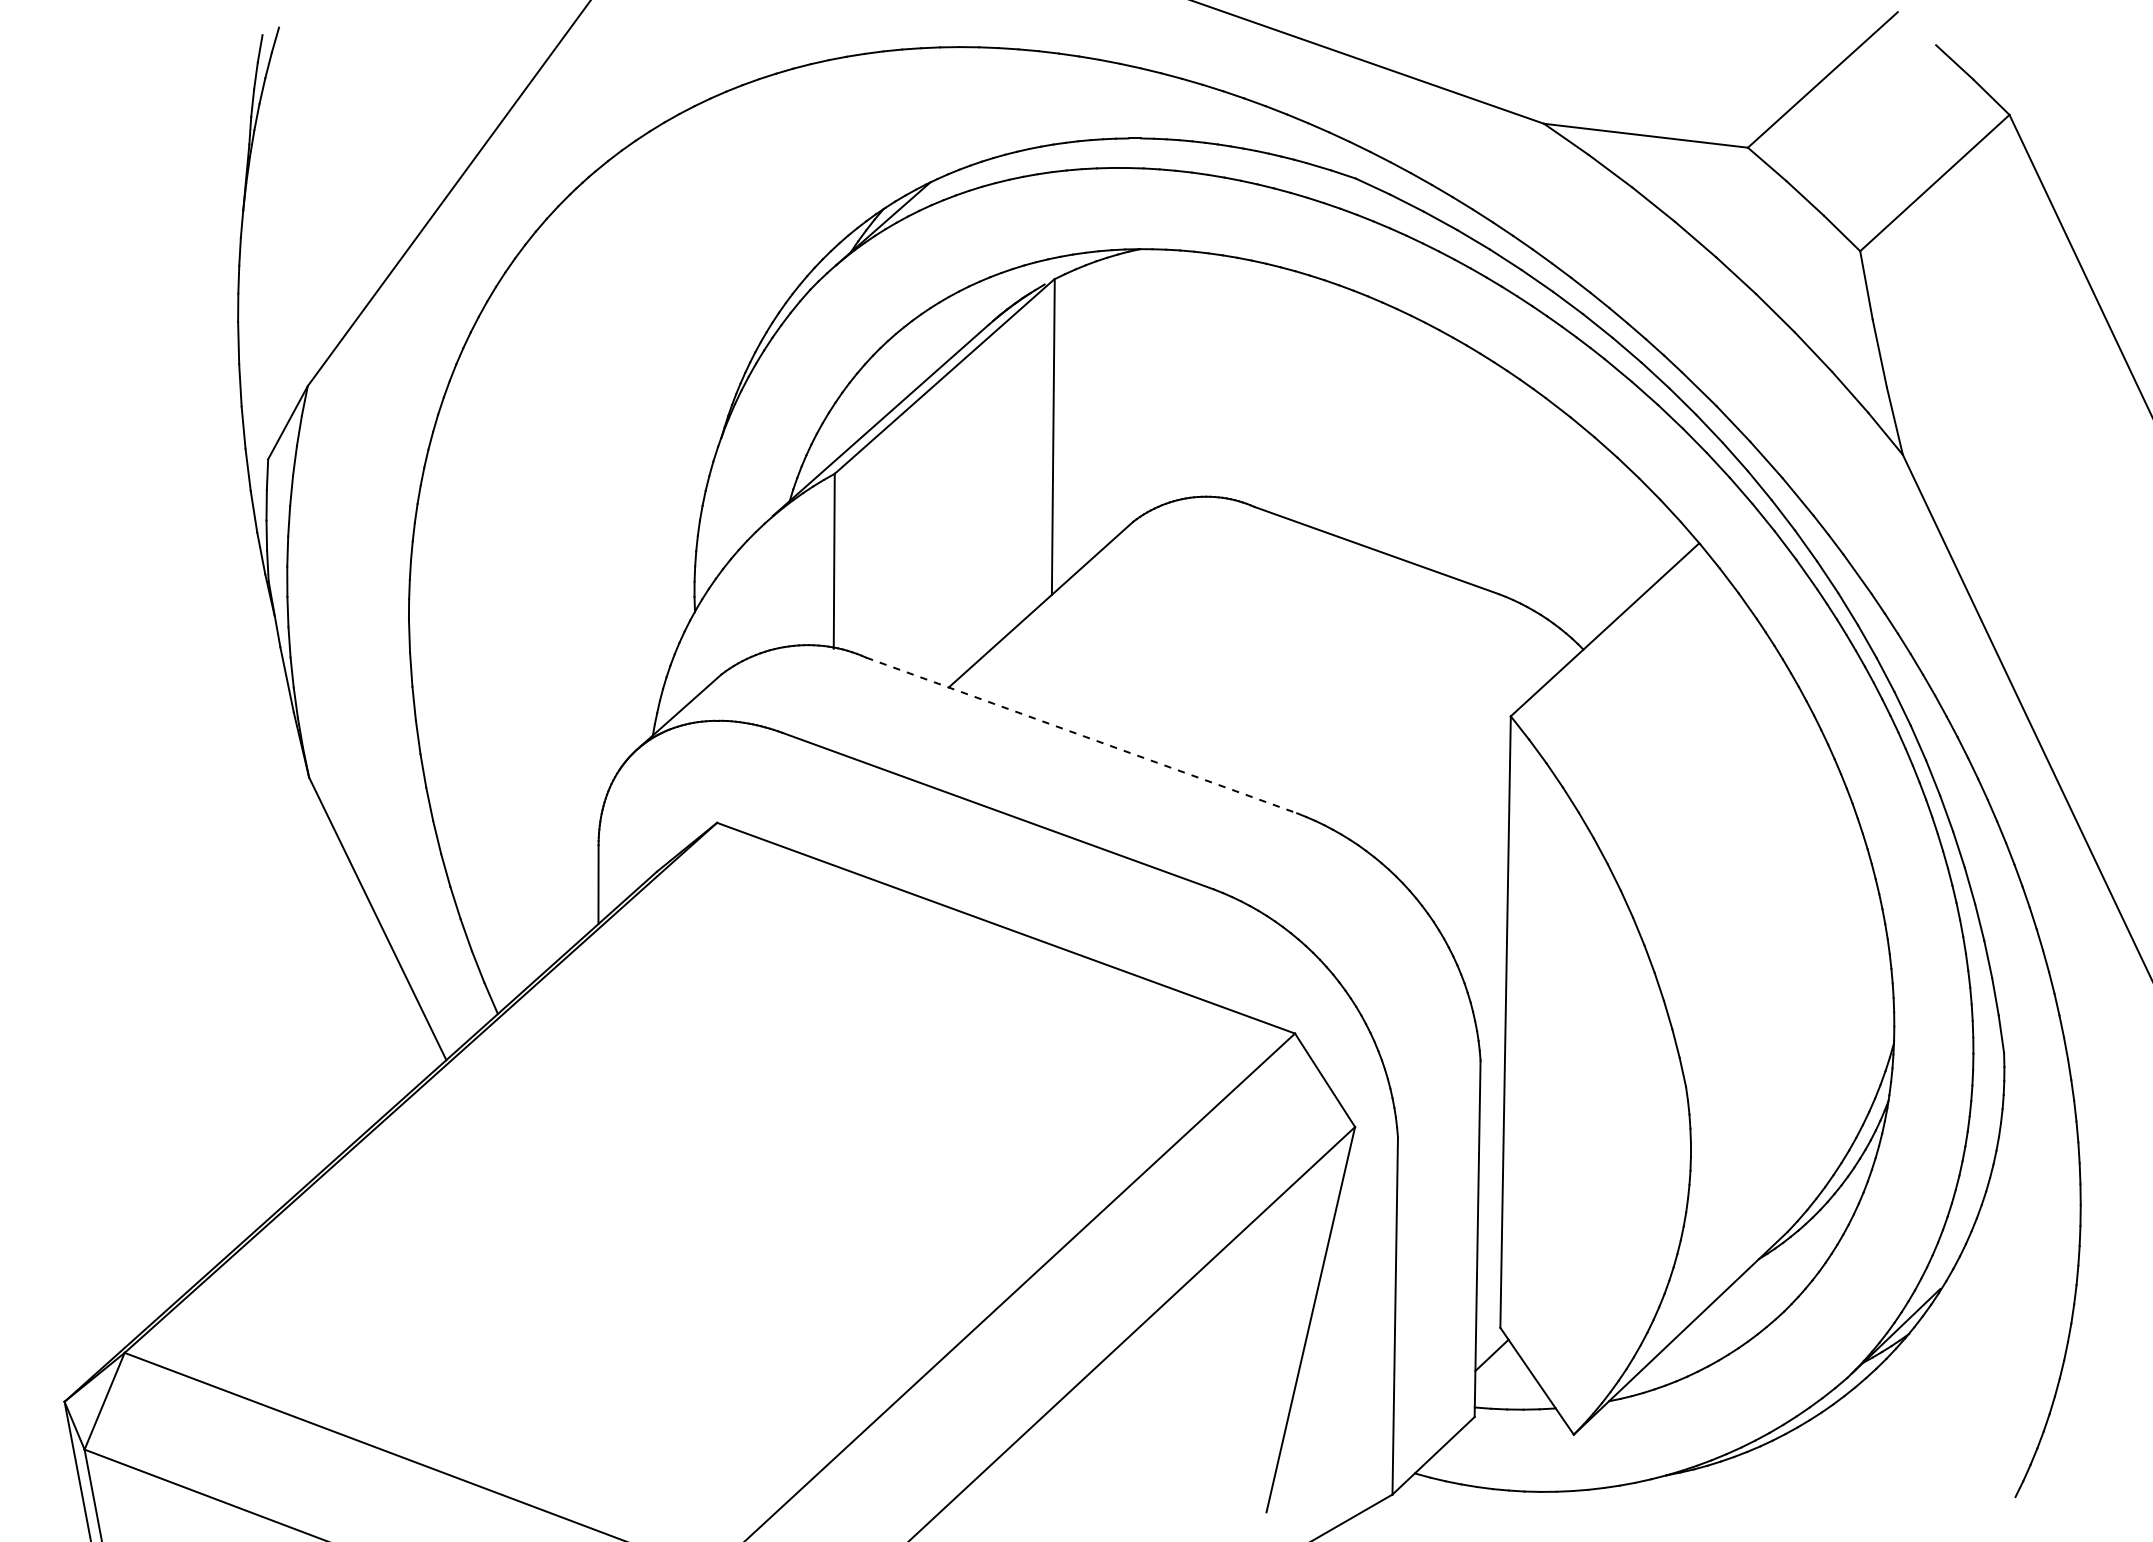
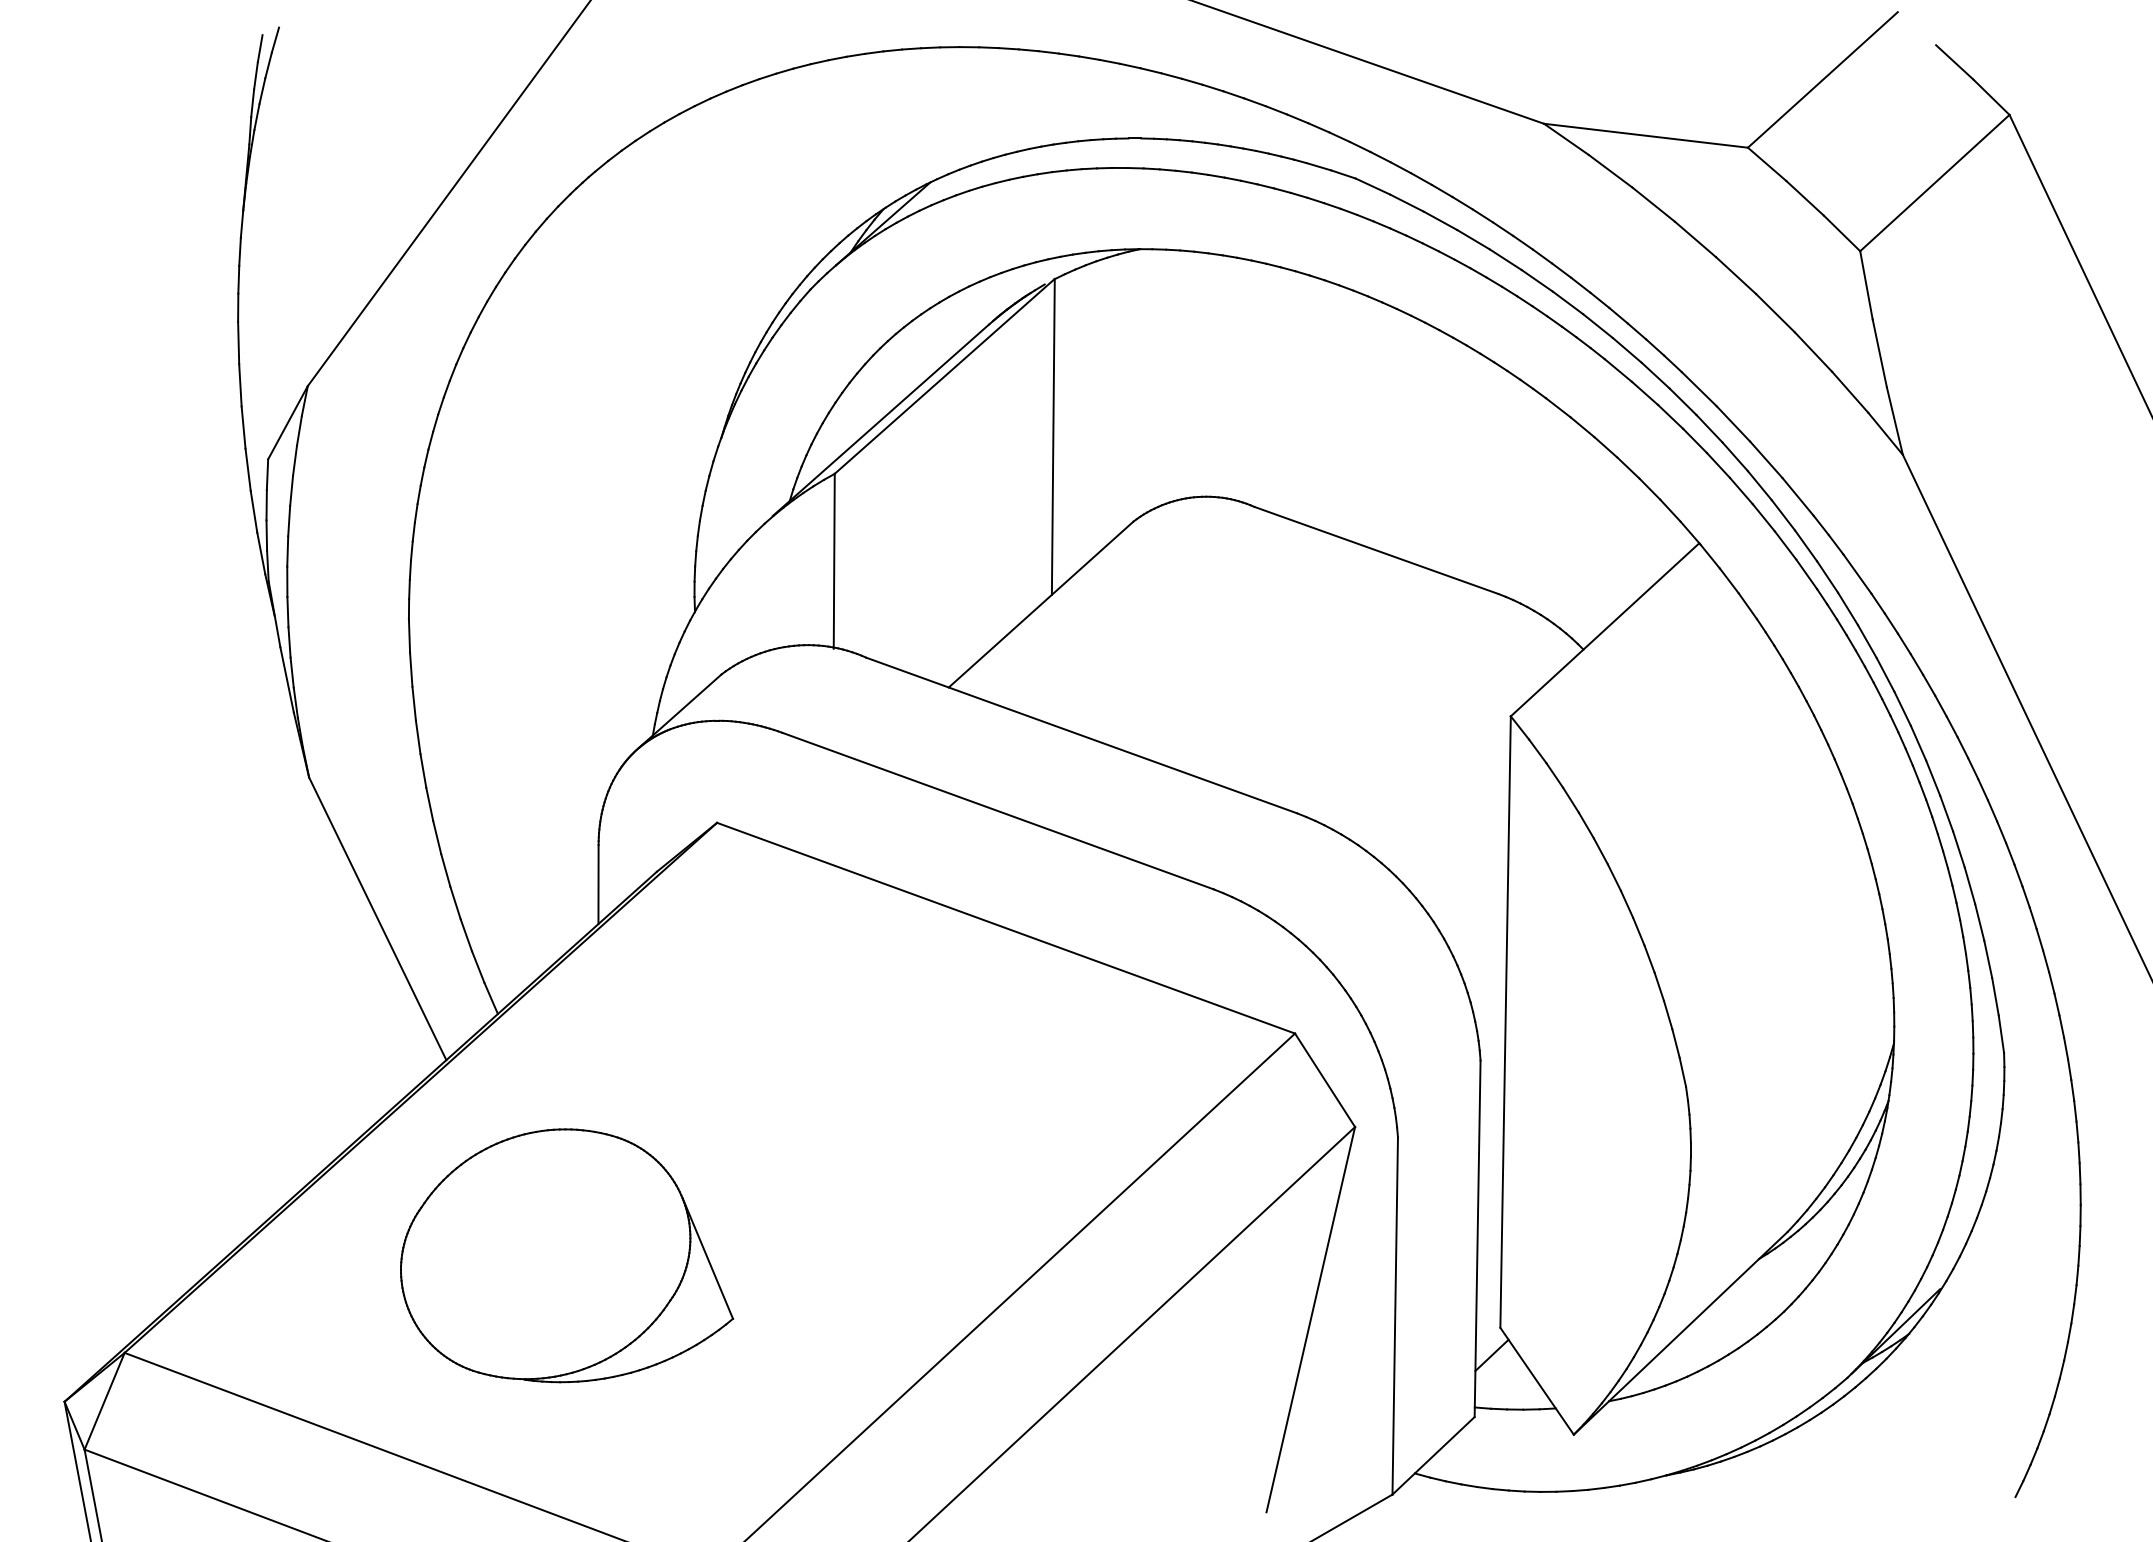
line at (1082, 735): dashed -> solid
part at (567, 1255): none -> present
